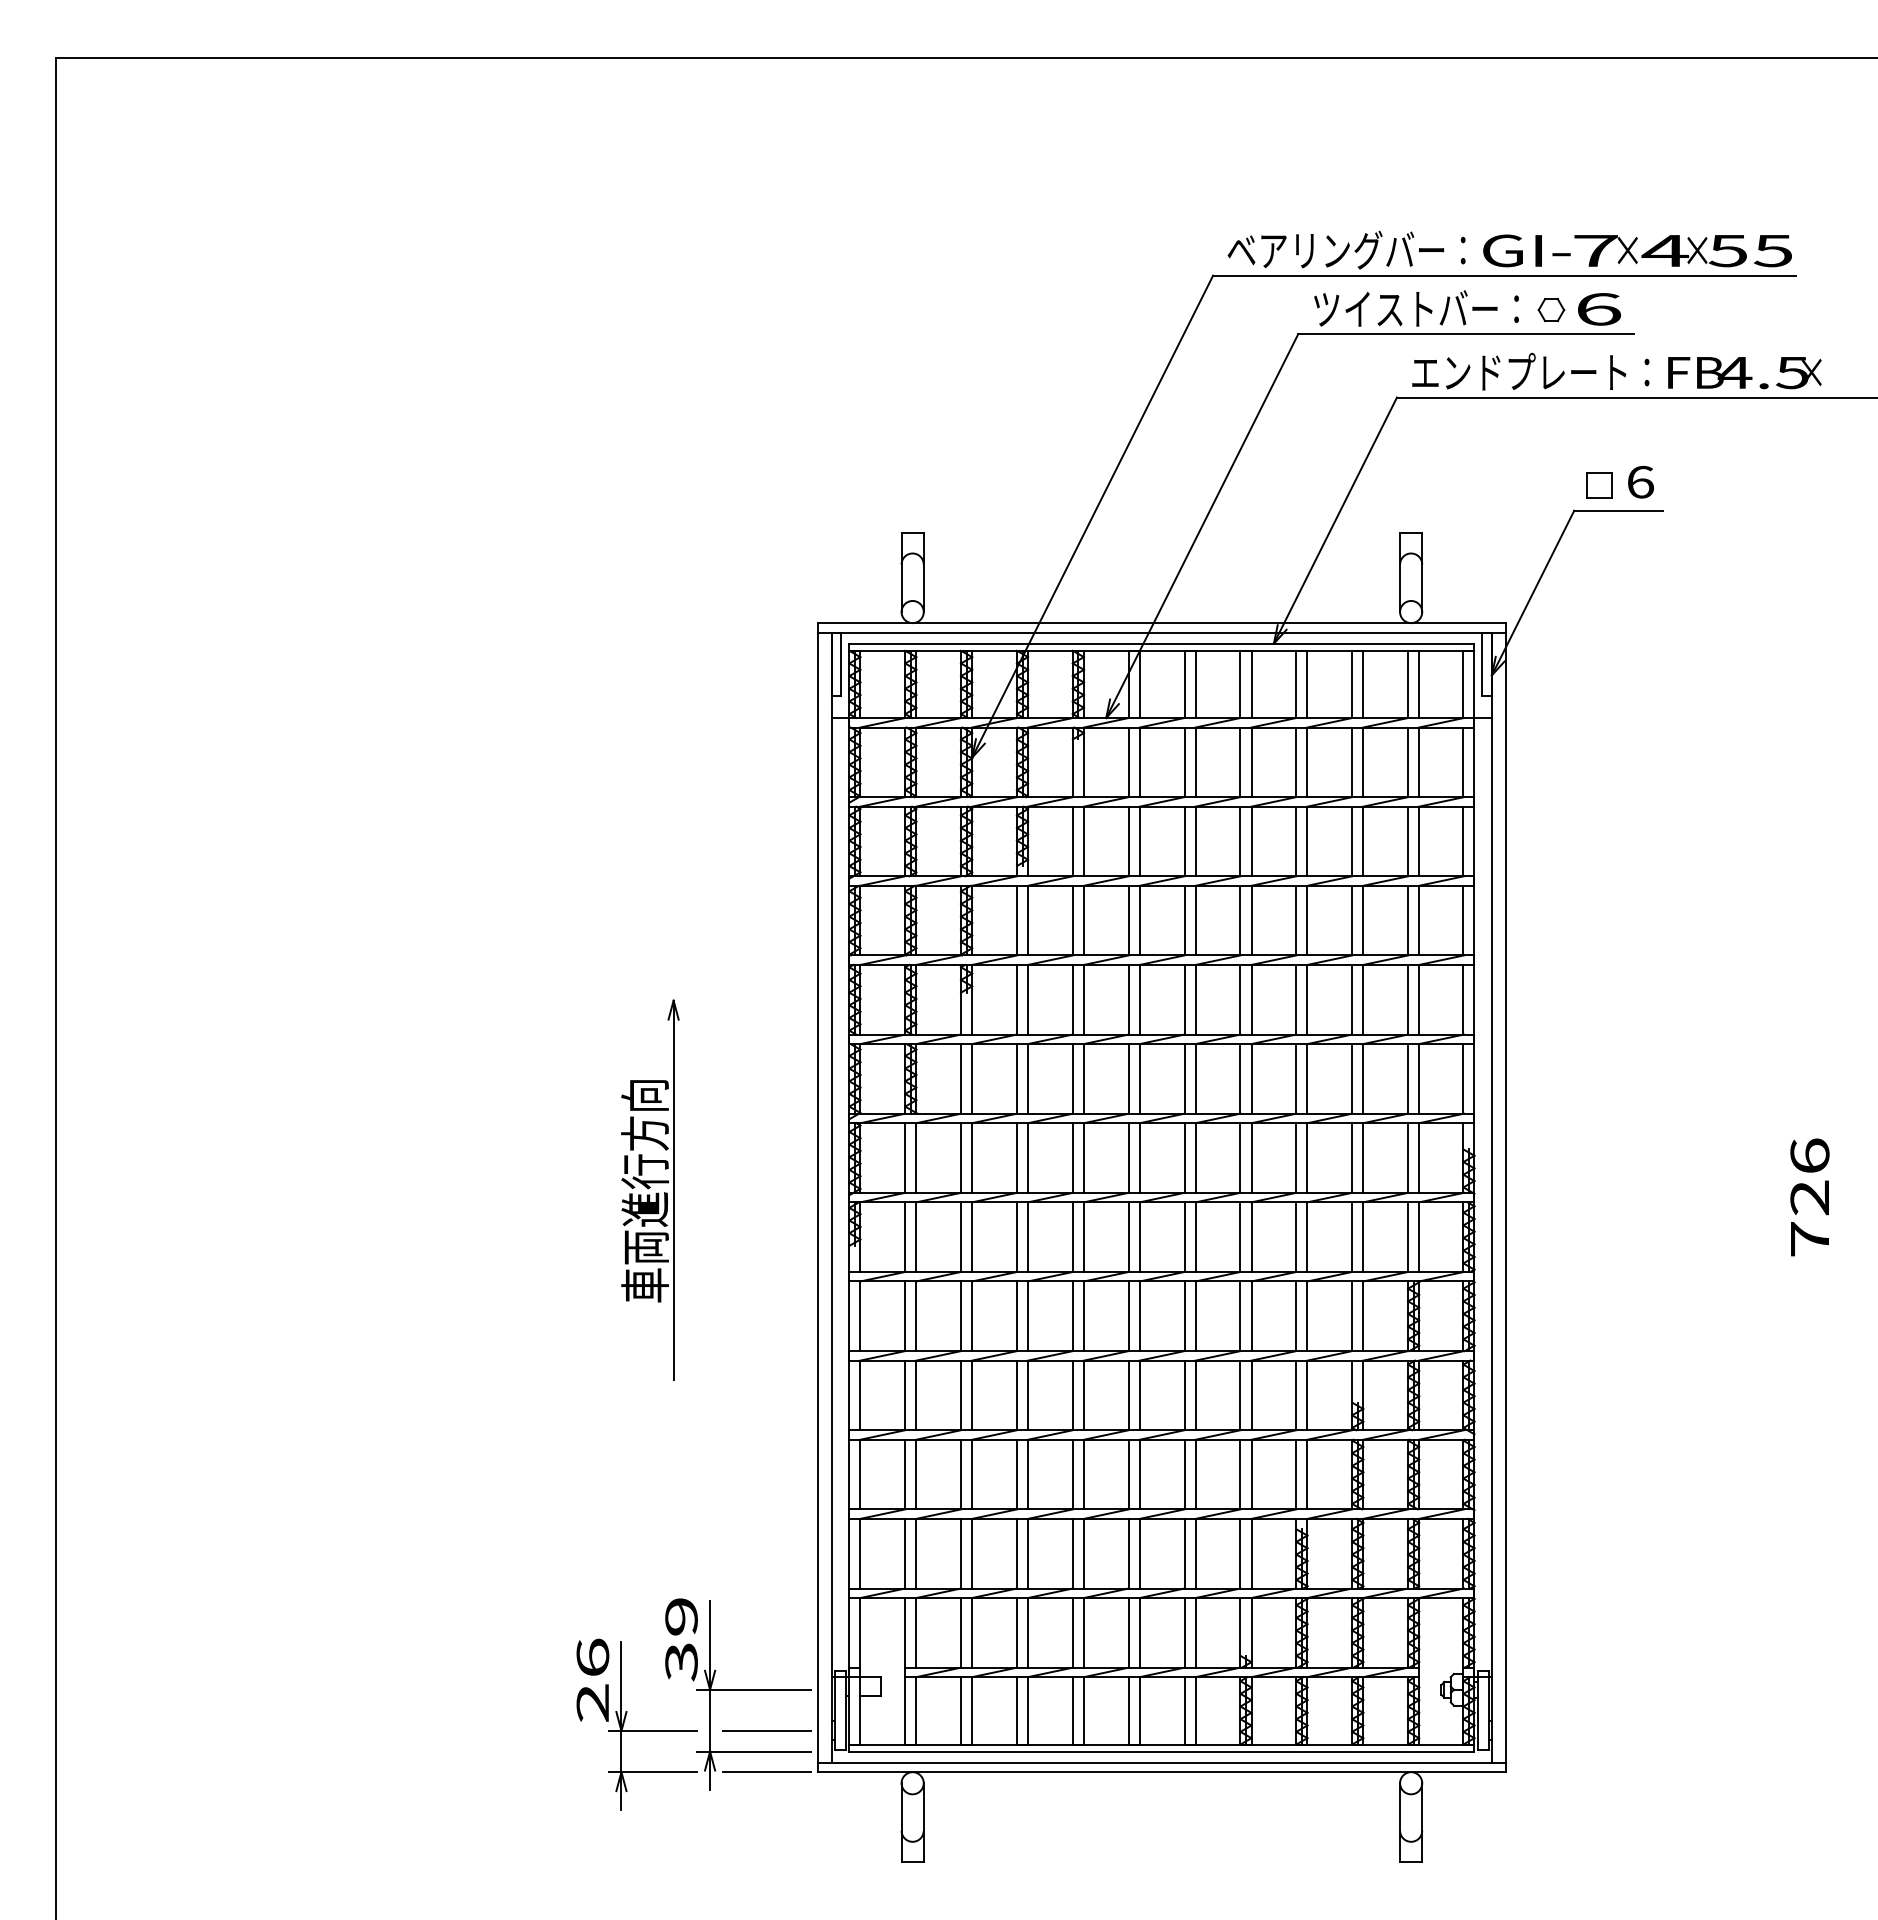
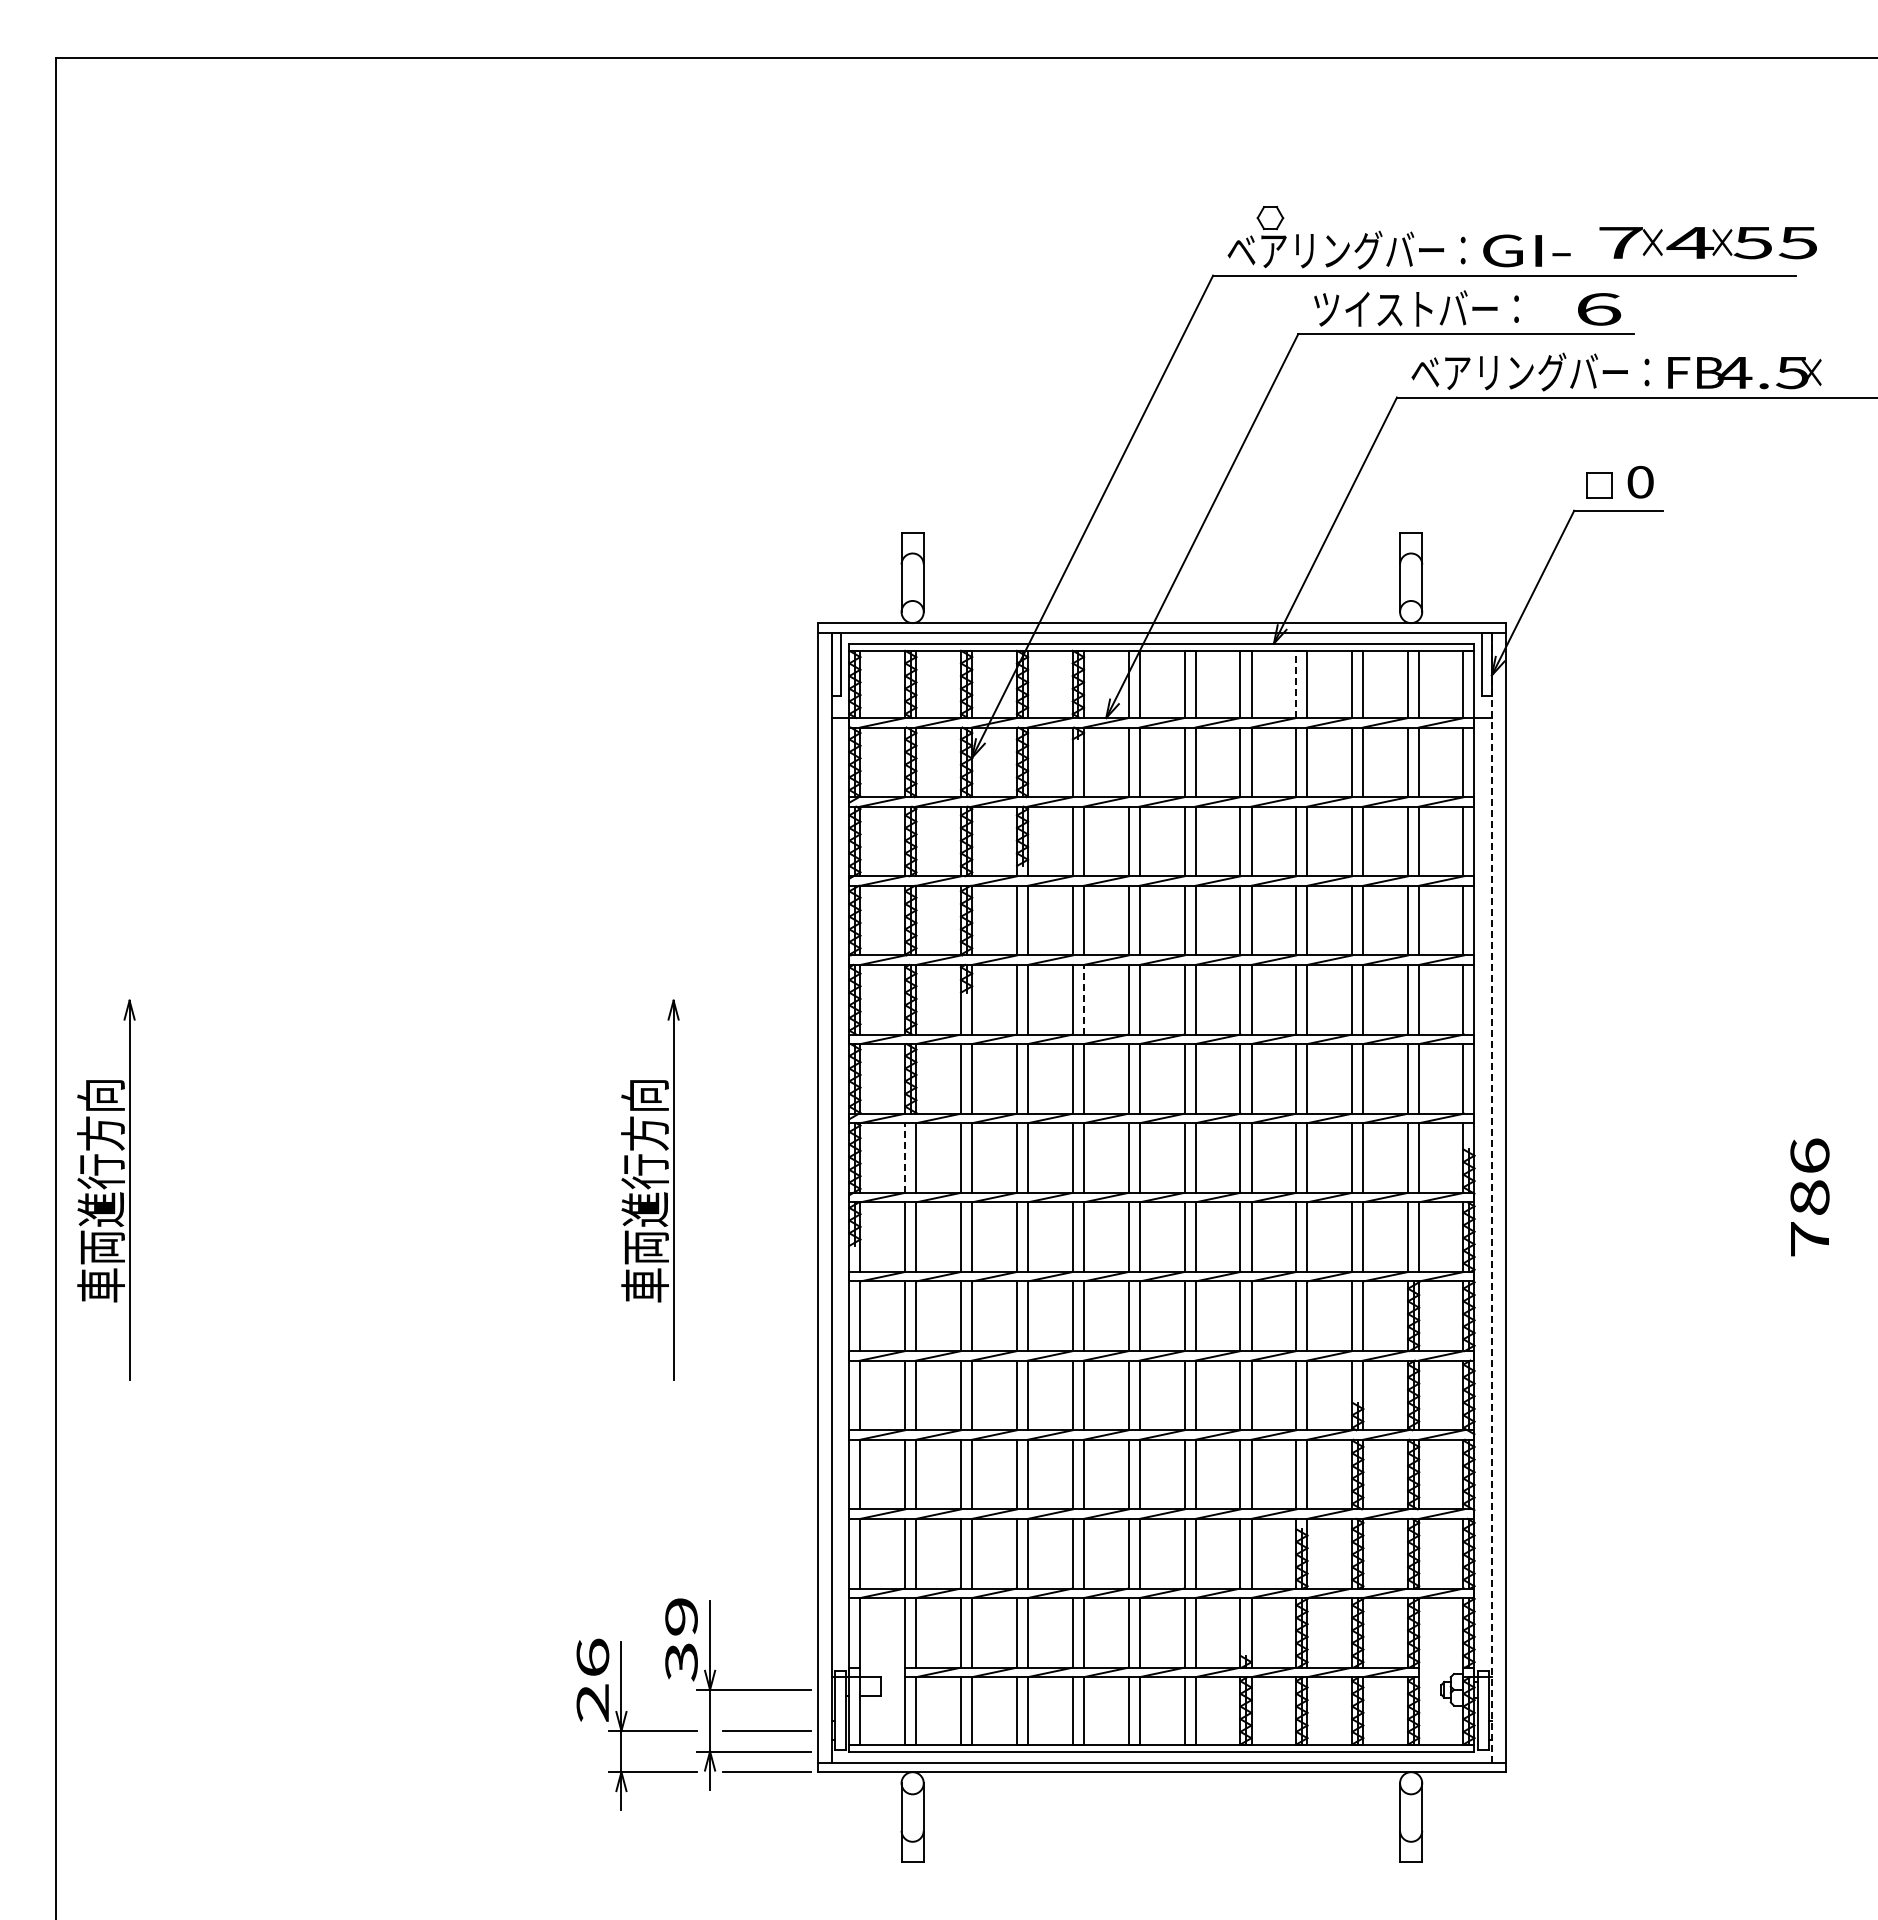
text at (1682, 251) position: (1682, 251) -> (1707, 243)
part at (1551, 309) position: (1551, 309) -> (1270, 217)
text at (1519, 371): エンドプレート： -> ベアリングバー：
text at (1640, 481): 6 -> 0
line at (1296, 684): solid -> dashed
line at (1083, 999): solid -> dashed
line at (905, 1158): solid -> dashed
part at (106, 1189): none -> present
line at (1491, 1197): solid -> dashed
text at (1809, 1197): 726 -> 786
